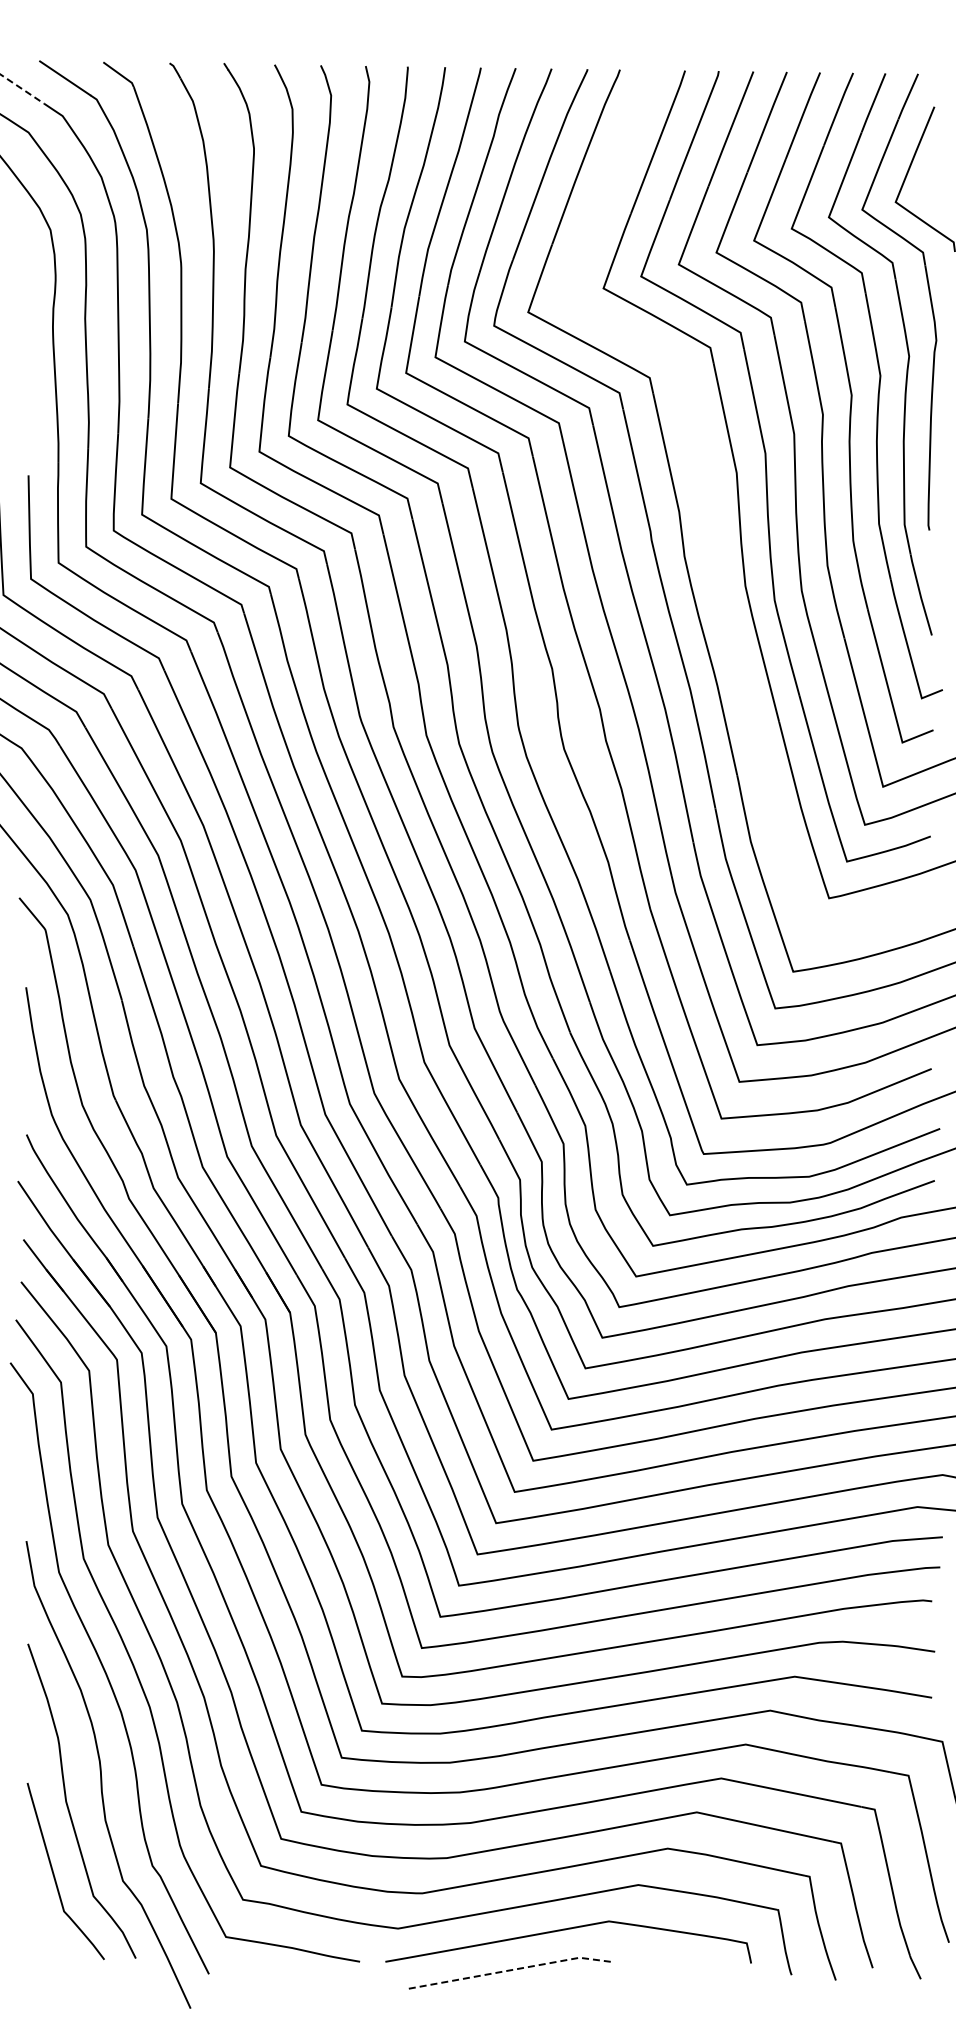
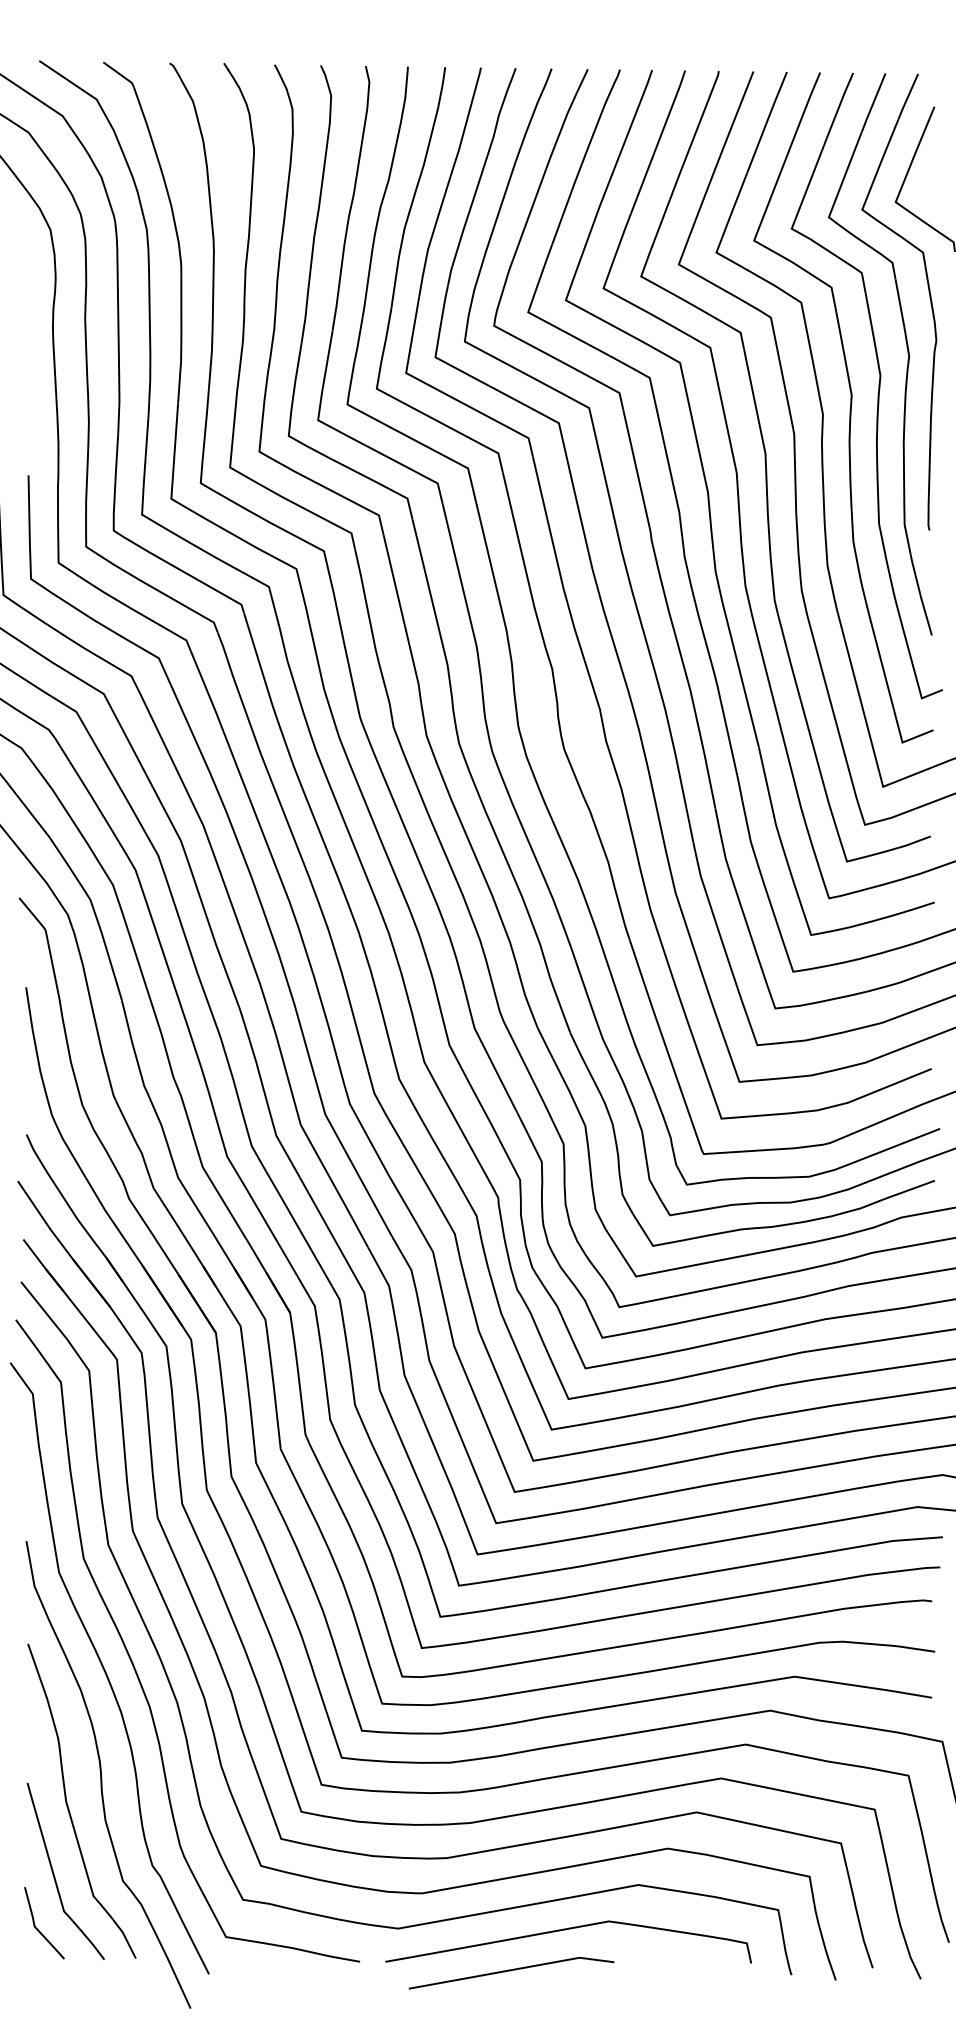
line at (22, 89): dashed -> solid
part at (710, 505): none -> present
curve at (38, 1929): none -> present
line at (512, 1969): dashed -> solid
